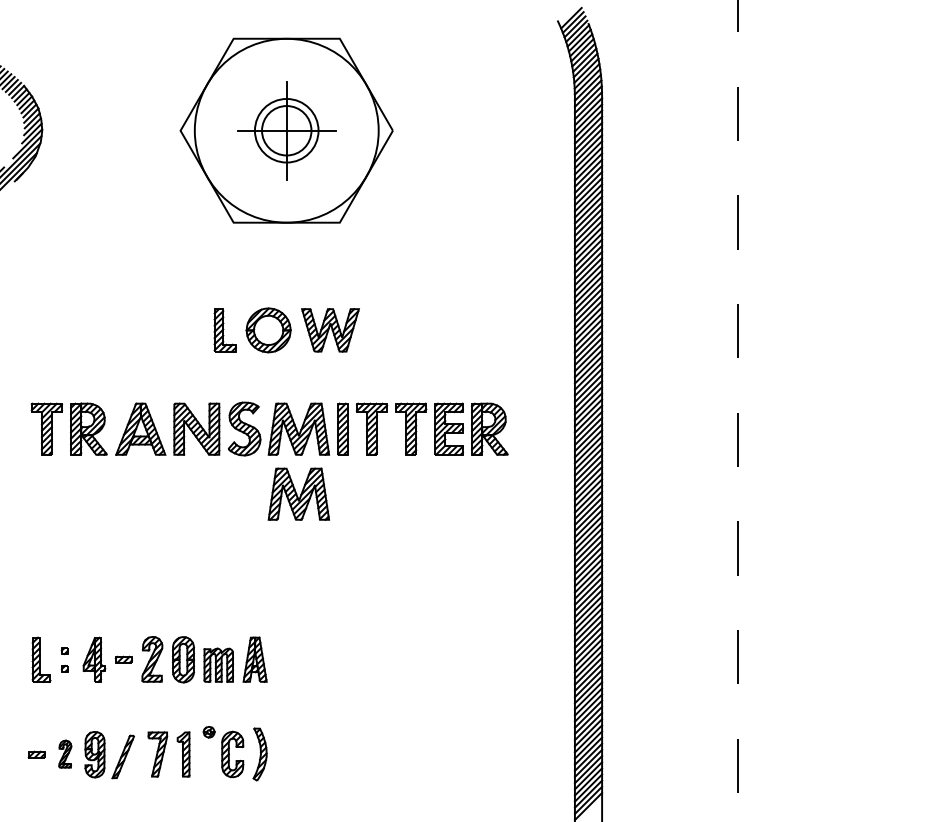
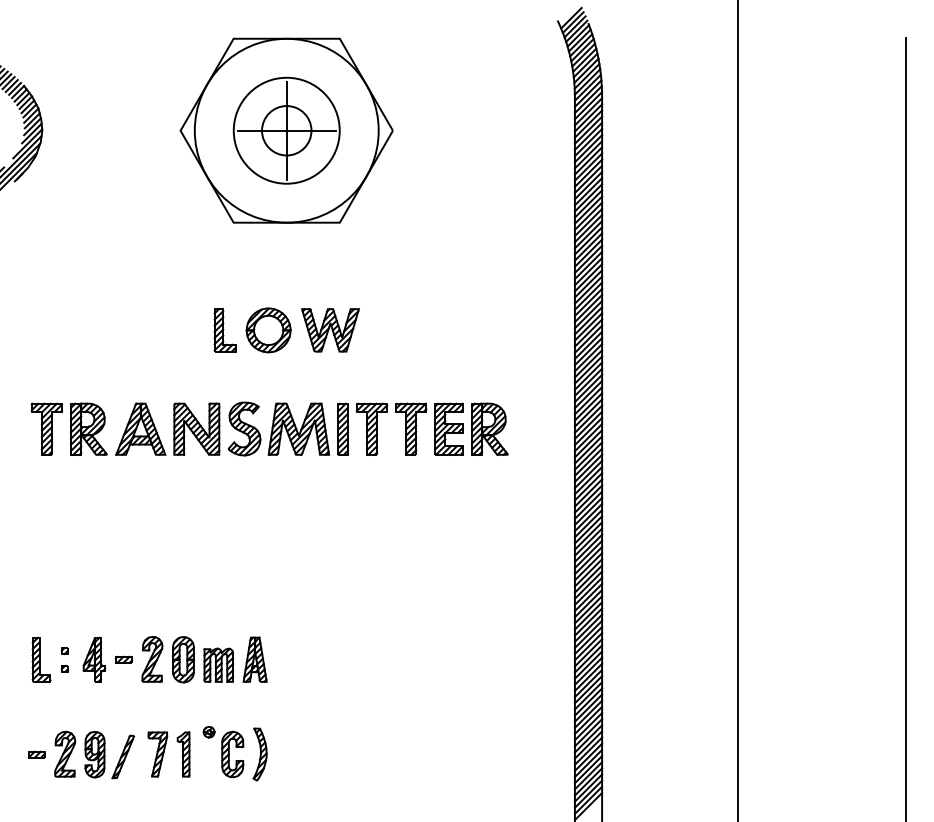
circle at (286, 130) diameter: 64 px -> 106 px
line at (737, 411): dashed -> solid
line at (905, 427): none -> present
part at (298, 493): present -> none
part at (65, 753) size: 15x30 px -> 23x48 px
